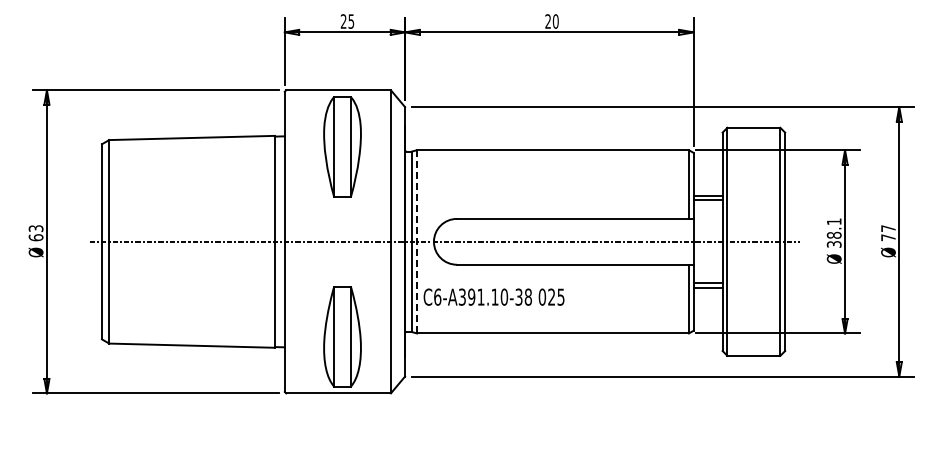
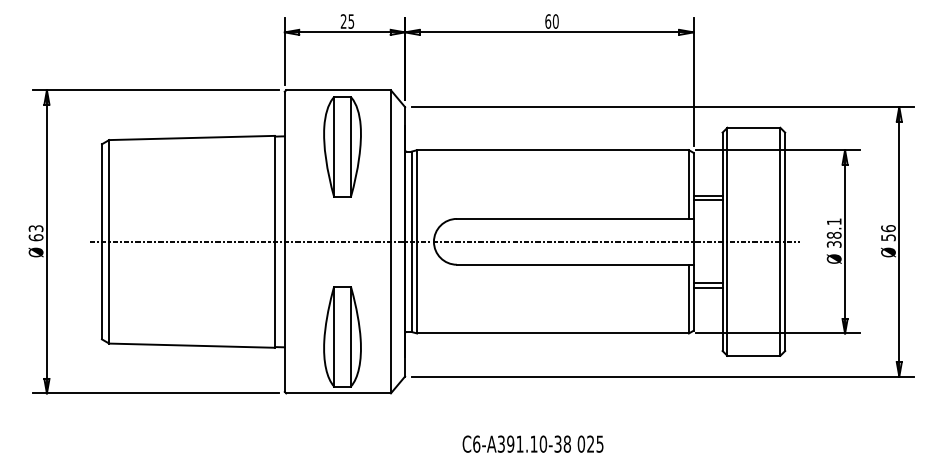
text at (548, 21): 20 -> 60
text at (888, 233): 77 -> 56
line at (417, 241): dashed -> solid
text at (493, 296) position: (493, 296) -> (532, 443)
